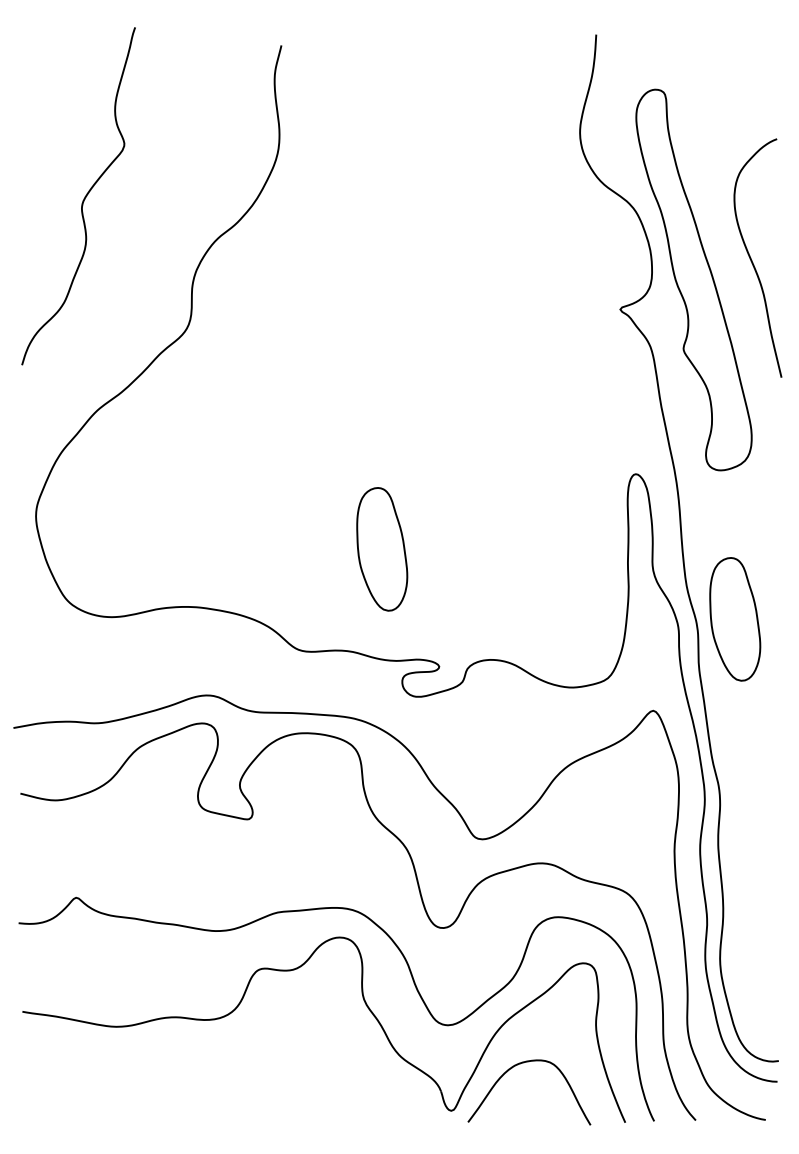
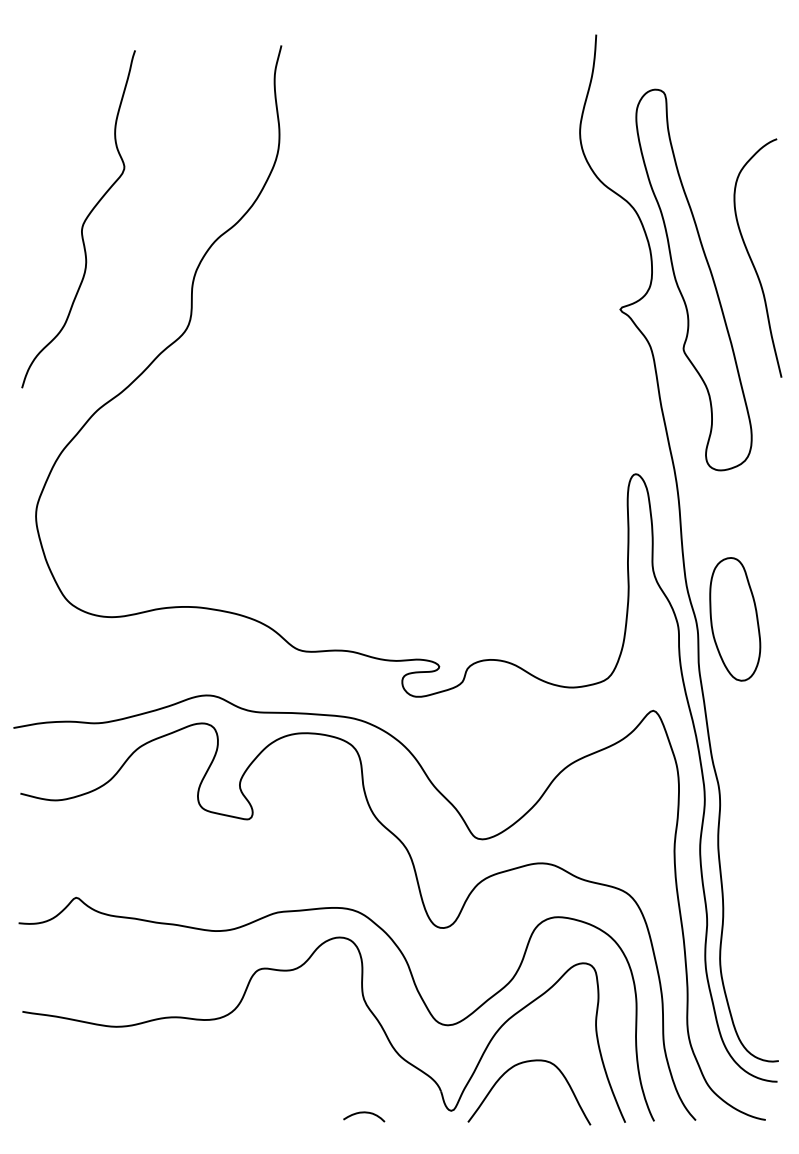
curve at (83, 198) position: (83, 198) -> (83, 221)
part at (382, 549): present -> none
curve at (364, 1113): none -> present
